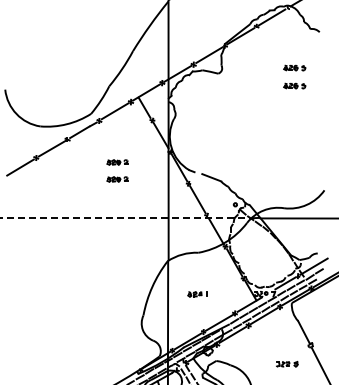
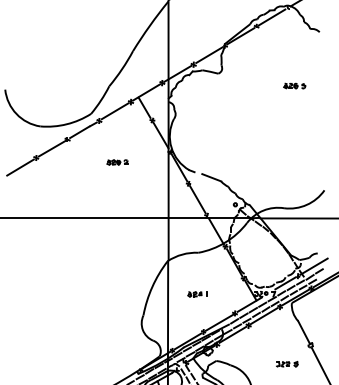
part at (294, 67): present -> none
part at (117, 179): present -> none
line at (125, 218): dashed -> solid
